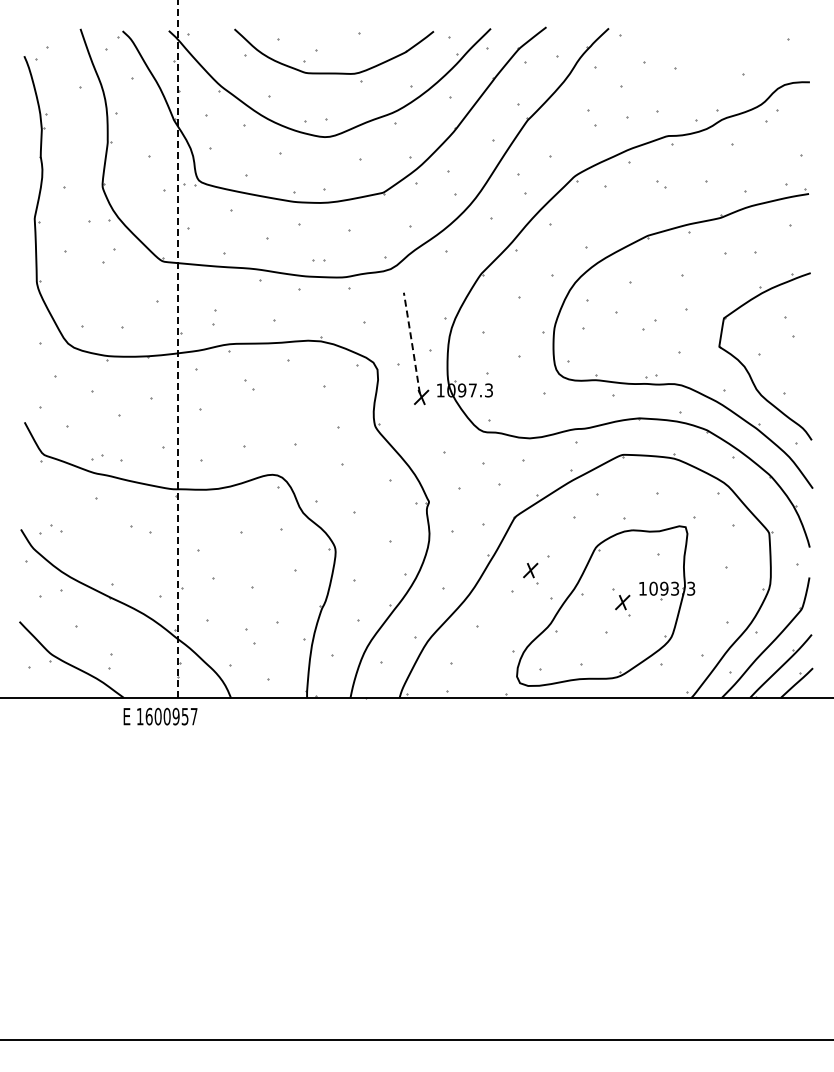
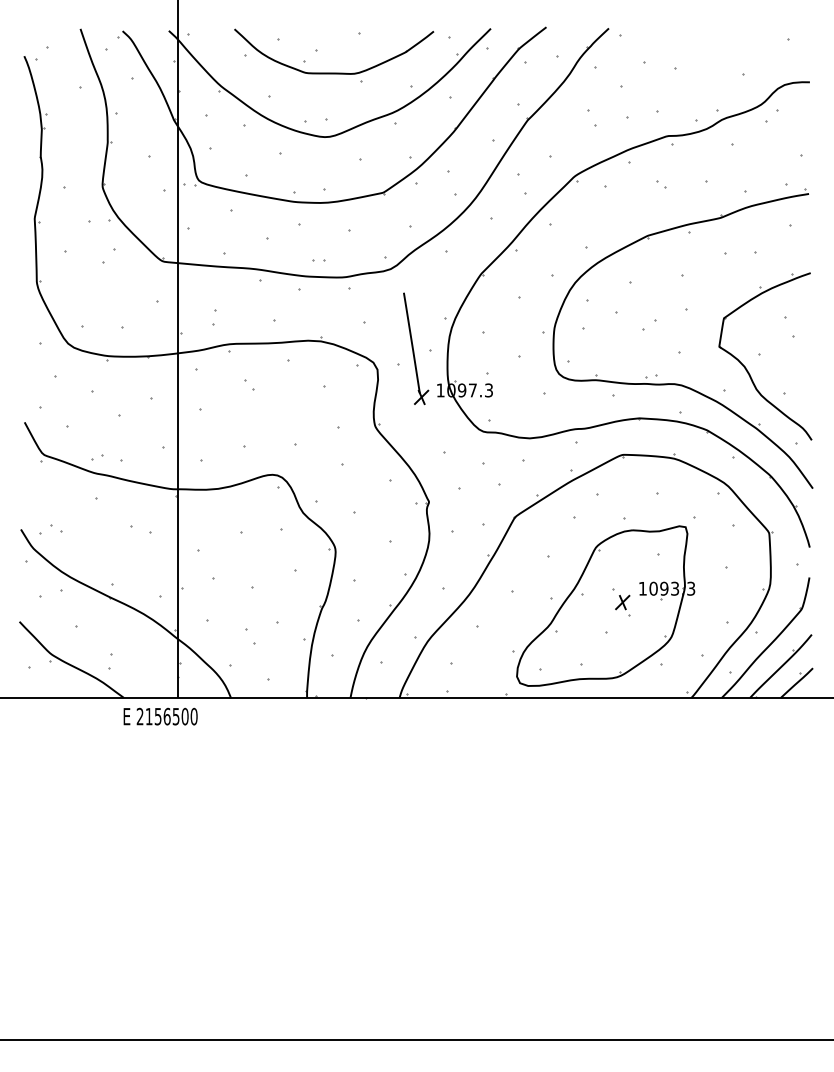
line at (412, 343): dashed -> solid
line at (177, 348): dashed -> solid
part at (530, 573): present -> none
text at (166, 716): 1600957 -> 2156500
